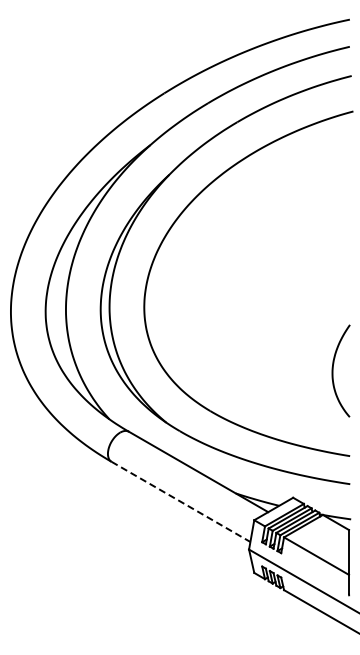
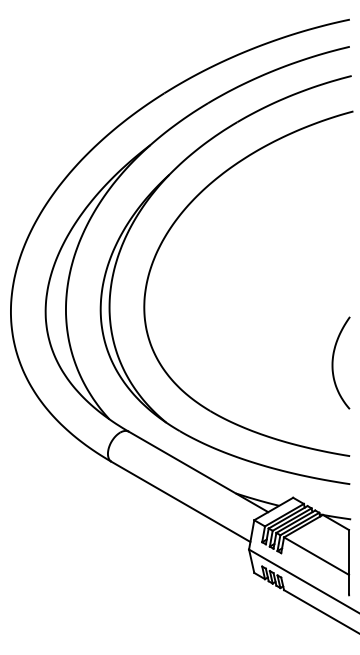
curve at (333, 370) position: (333, 370) -> (333, 362)
line at (181, 502): dashed -> solid
